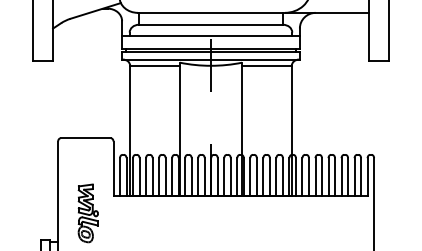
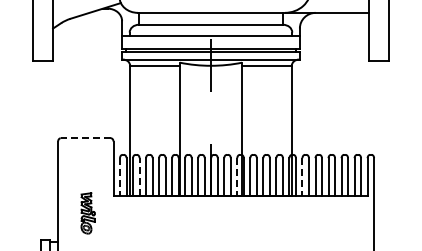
line at (85, 138): solid -> dashed
line at (139, 176): solid -> dashed
line at (120, 177): solid -> dashed
line at (237, 177): solid -> dashed
line at (302, 177): solid -> dashed
part at (87, 213) size: 22x61 px -> 16x43 px
